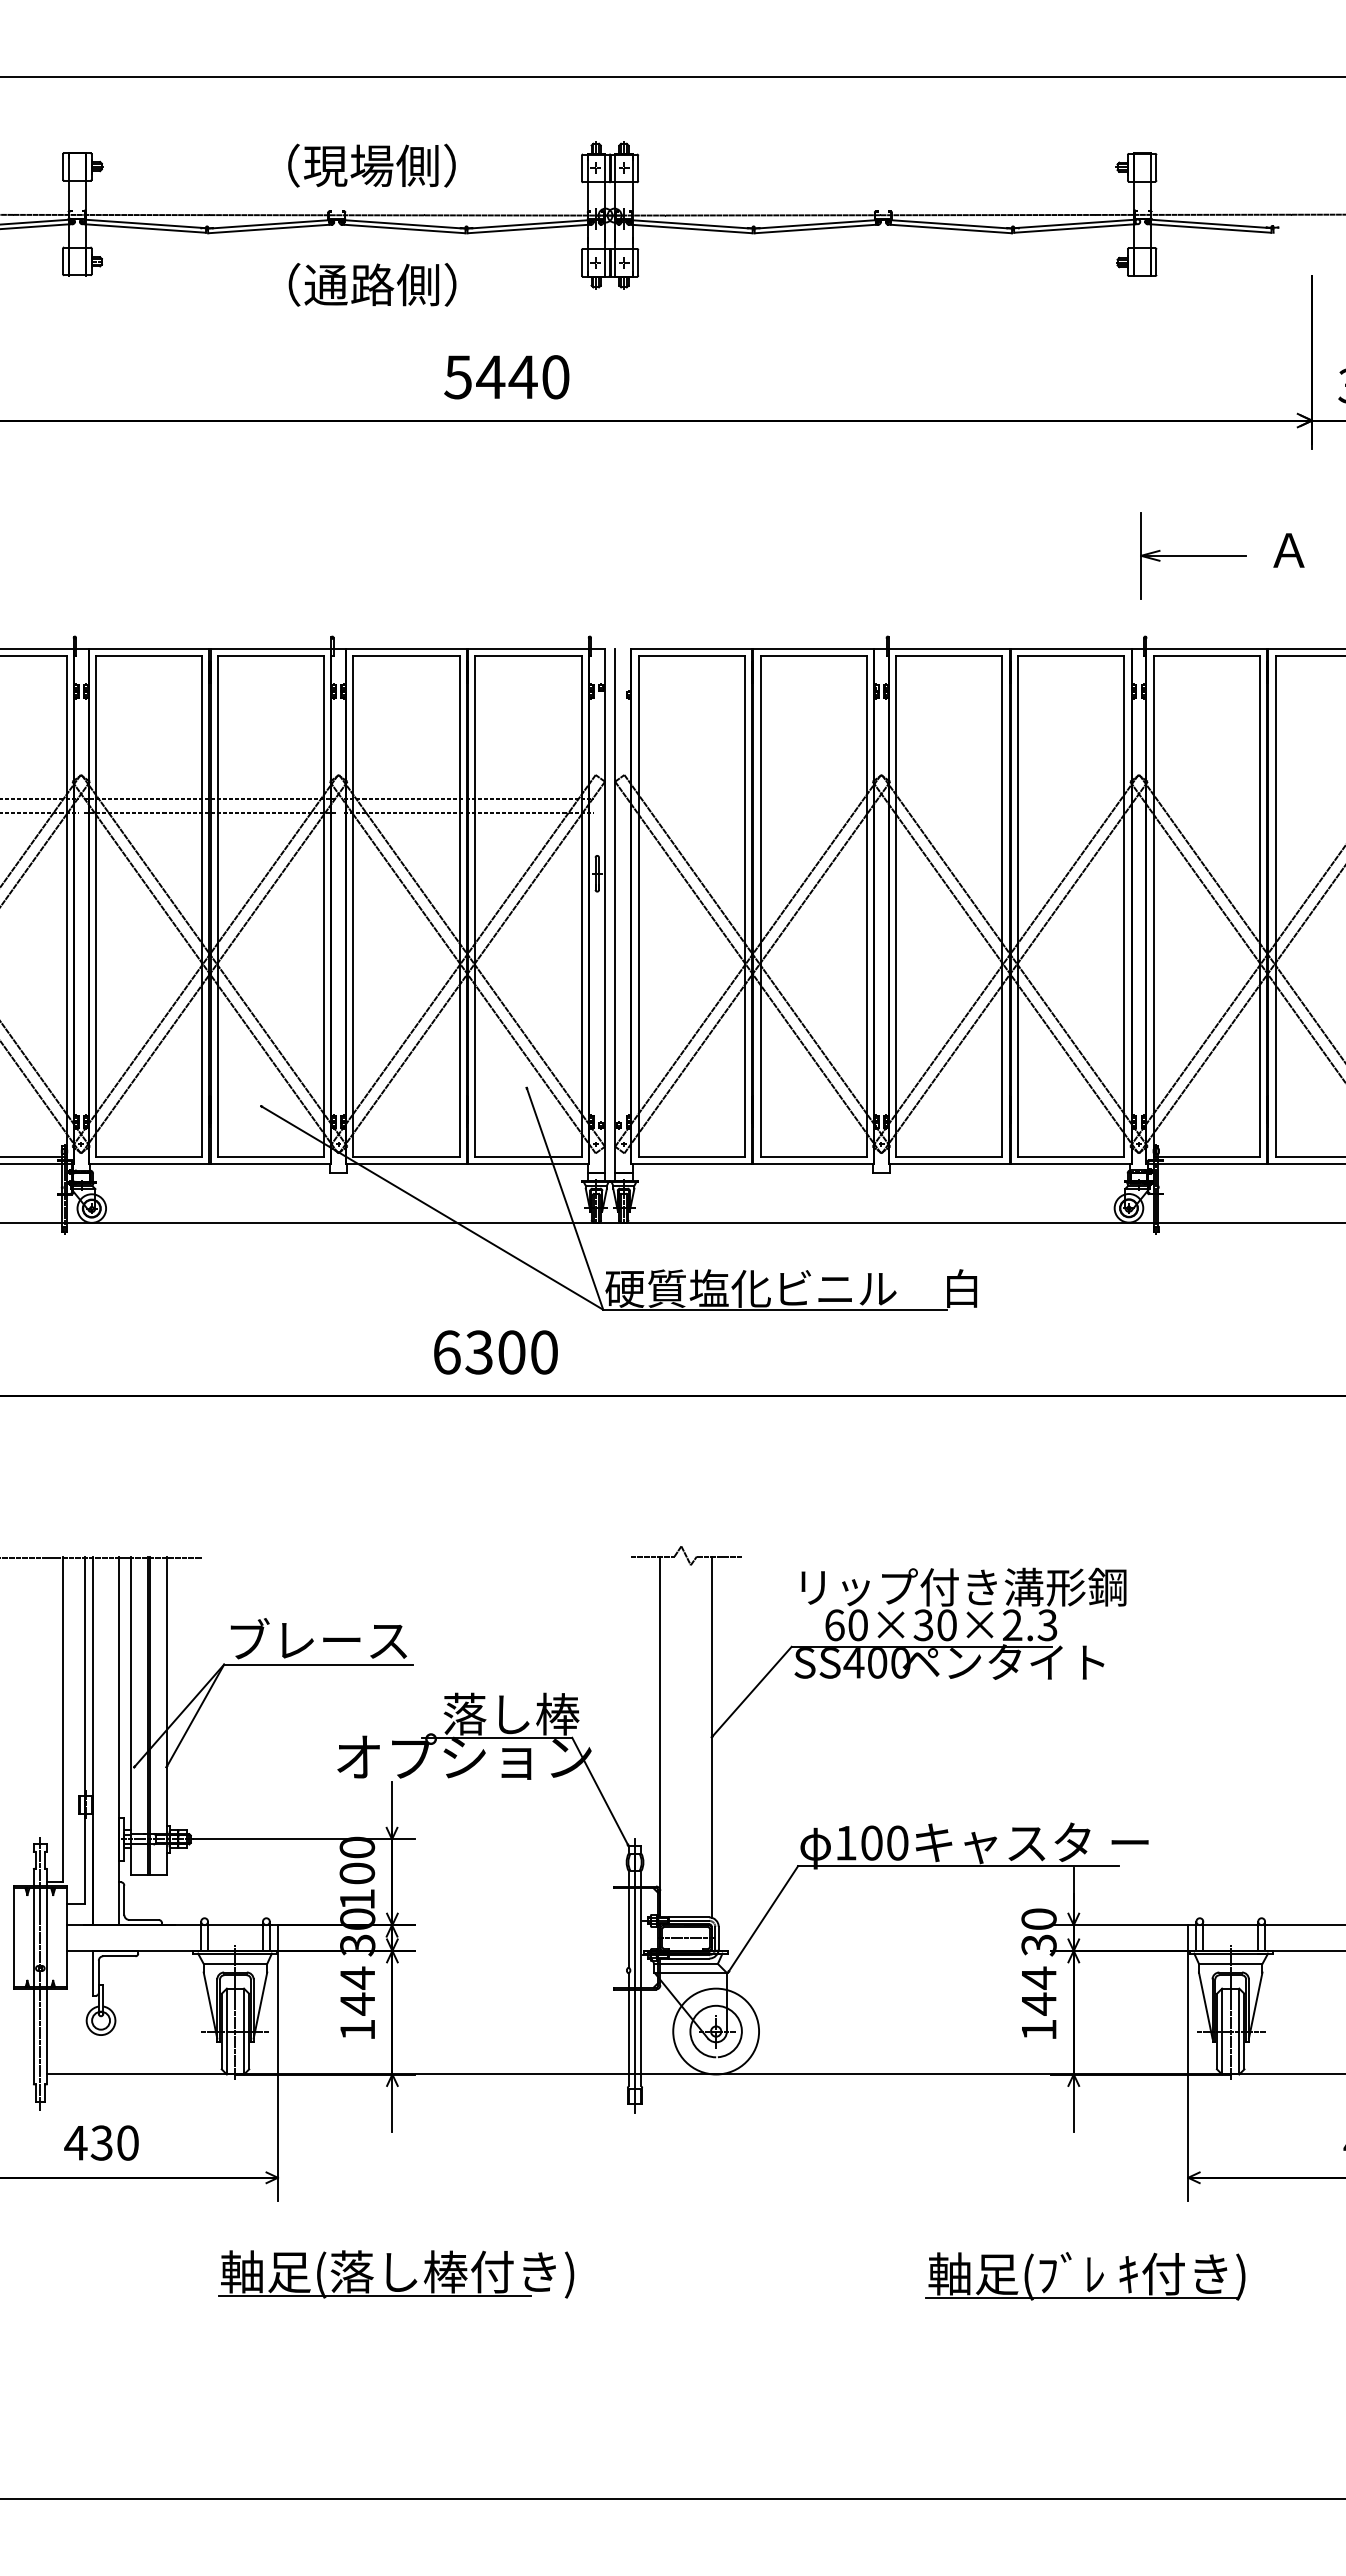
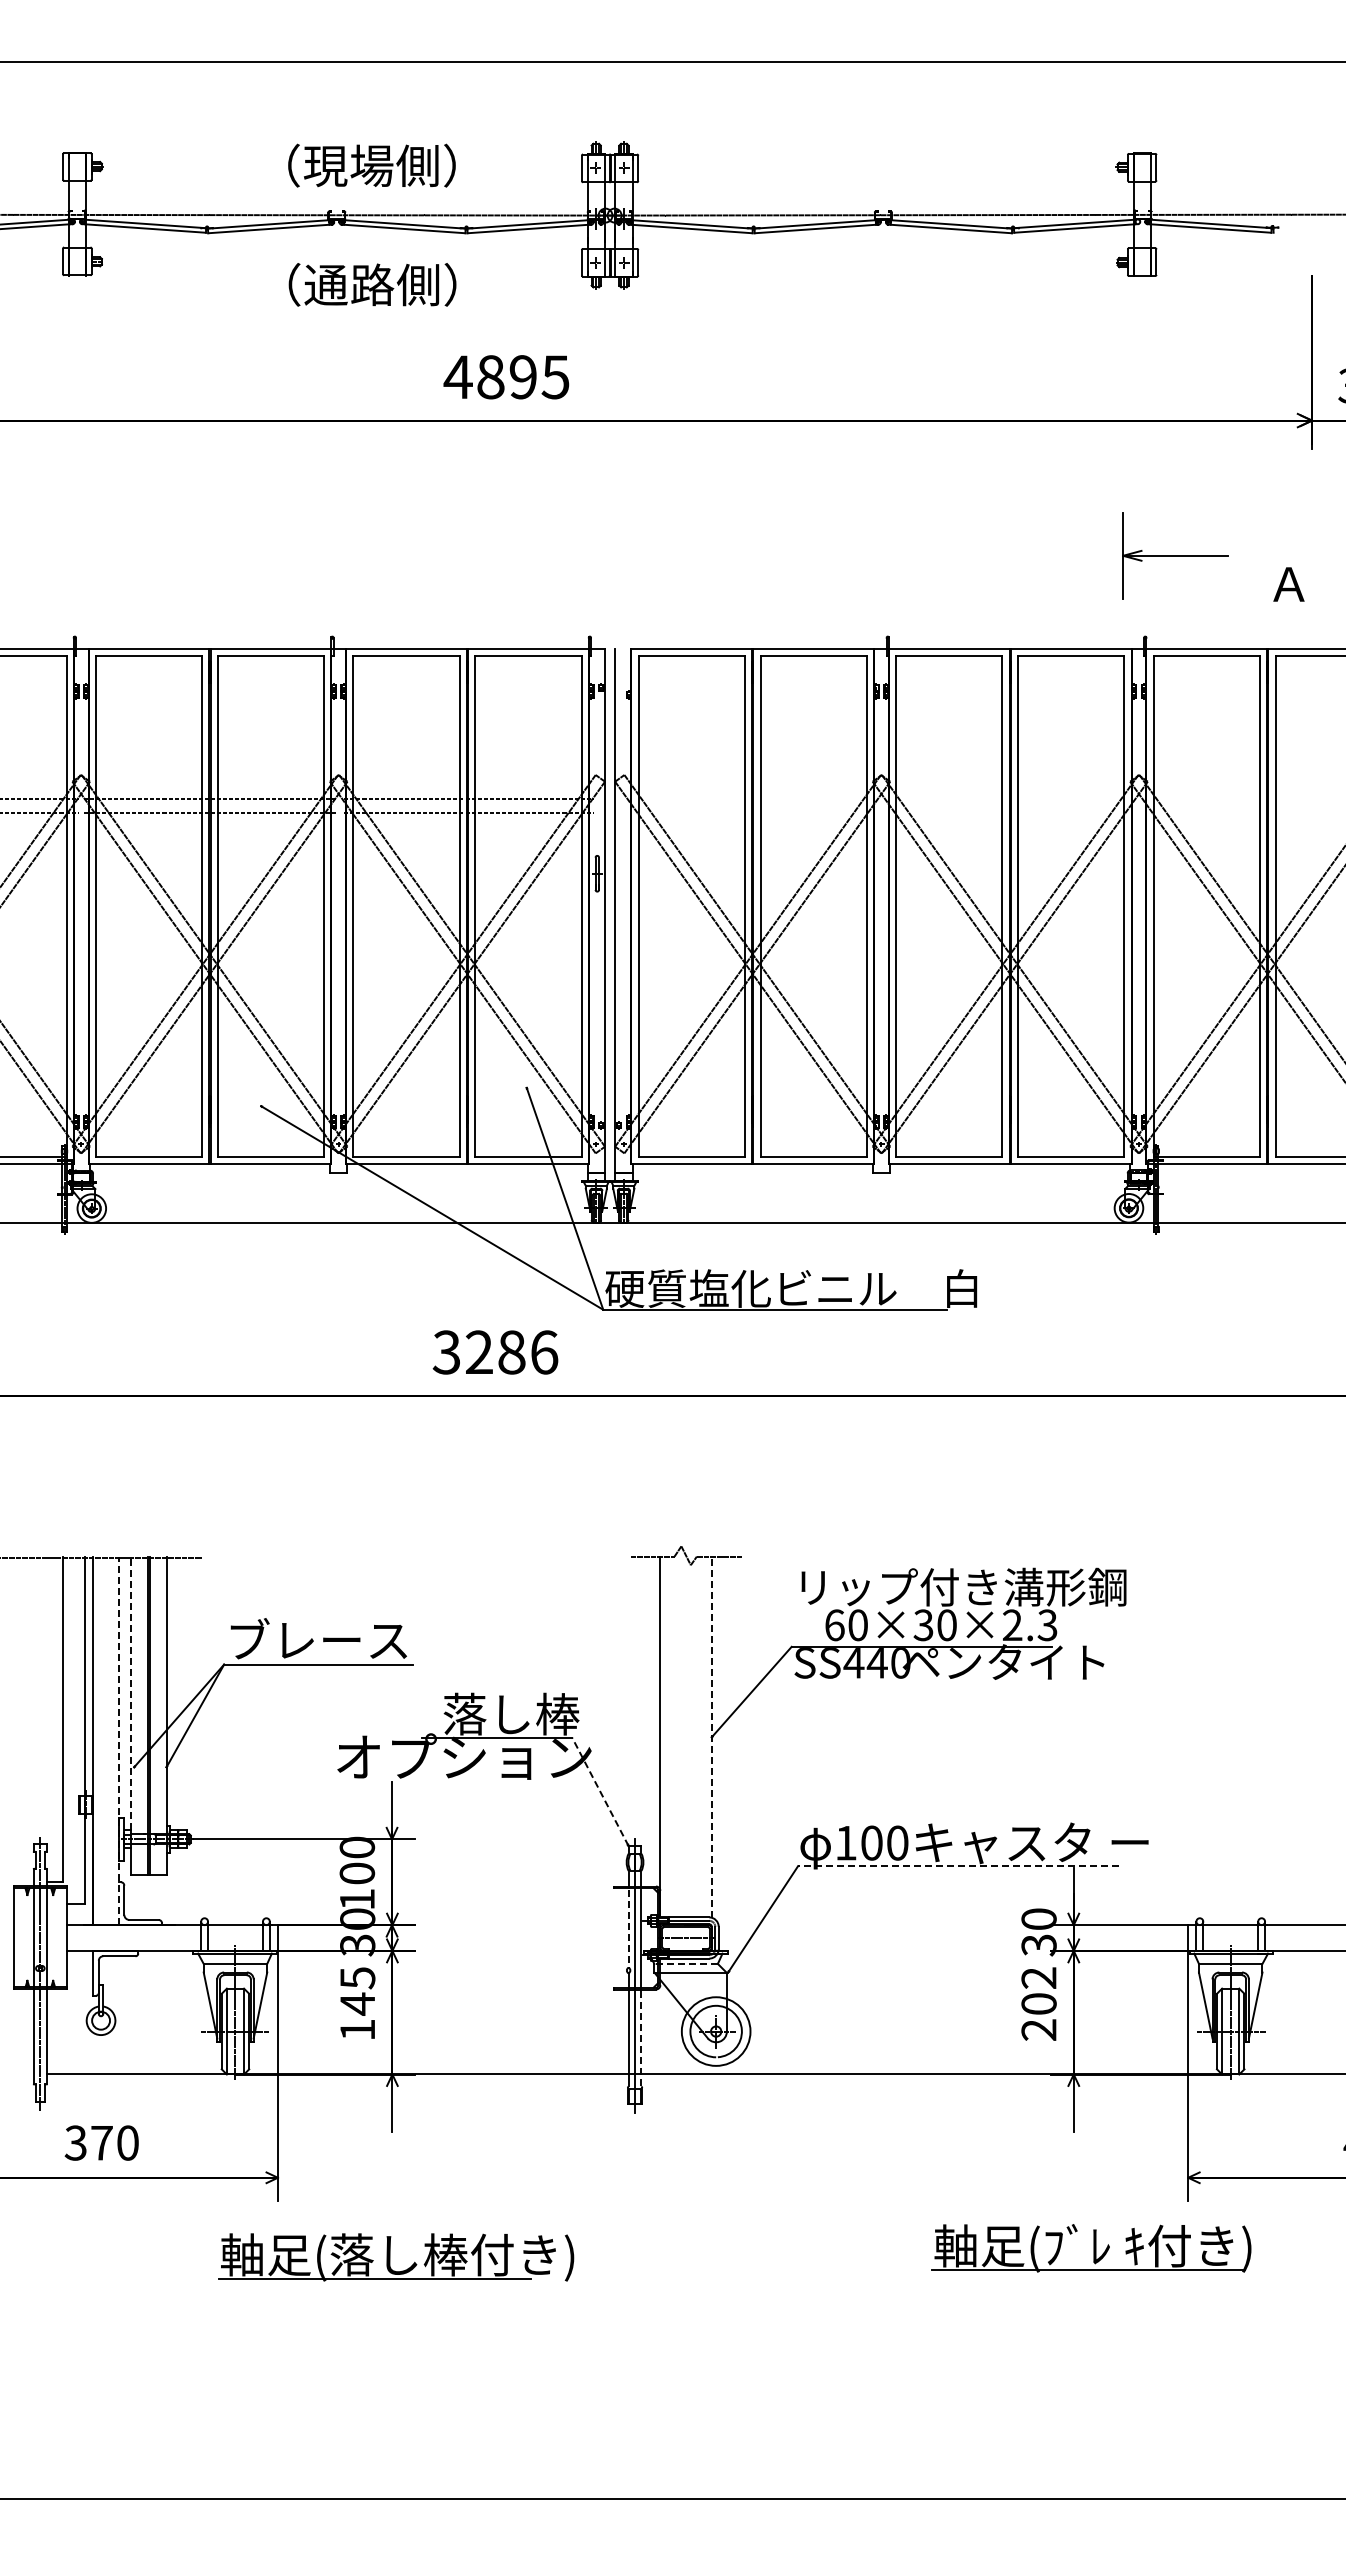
line at (672, 77) position: (672, 77) -> (672, 62)
text at (506, 377): 5440 -> 4895
text at (1288, 550) position: (1288, 550) -> (1288, 584)
part at (1193, 555) position: (1193, 555) -> (1175, 555)
text at (495, 1352): 6300 -> 3286
text at (876, 1663): SS400 -> SS440
line at (130, 1693): solid -> dashed
line at (711, 1737): solid -> dashed
line at (119, 1740): solid -> dashed
line at (600, 1791): solid -> dashed
line at (958, 1866): solid -> dashed
line at (628, 1929): solid -> dashed
line at (686, 1963): solid -> dashed
text at (357, 1977): 144 -> 145
text at (1038, 2003): 144 -> 202
circle at (716, 2031) diameter: 86 px -> 69 px
line at (641, 2038): solid -> dashed
text at (88, 2142): 430 -> 370
part at (396, 2274) position: (396, 2274) -> (396, 2257)
part at (1085, 2276) position: (1085, 2276) -> (1091, 2248)
